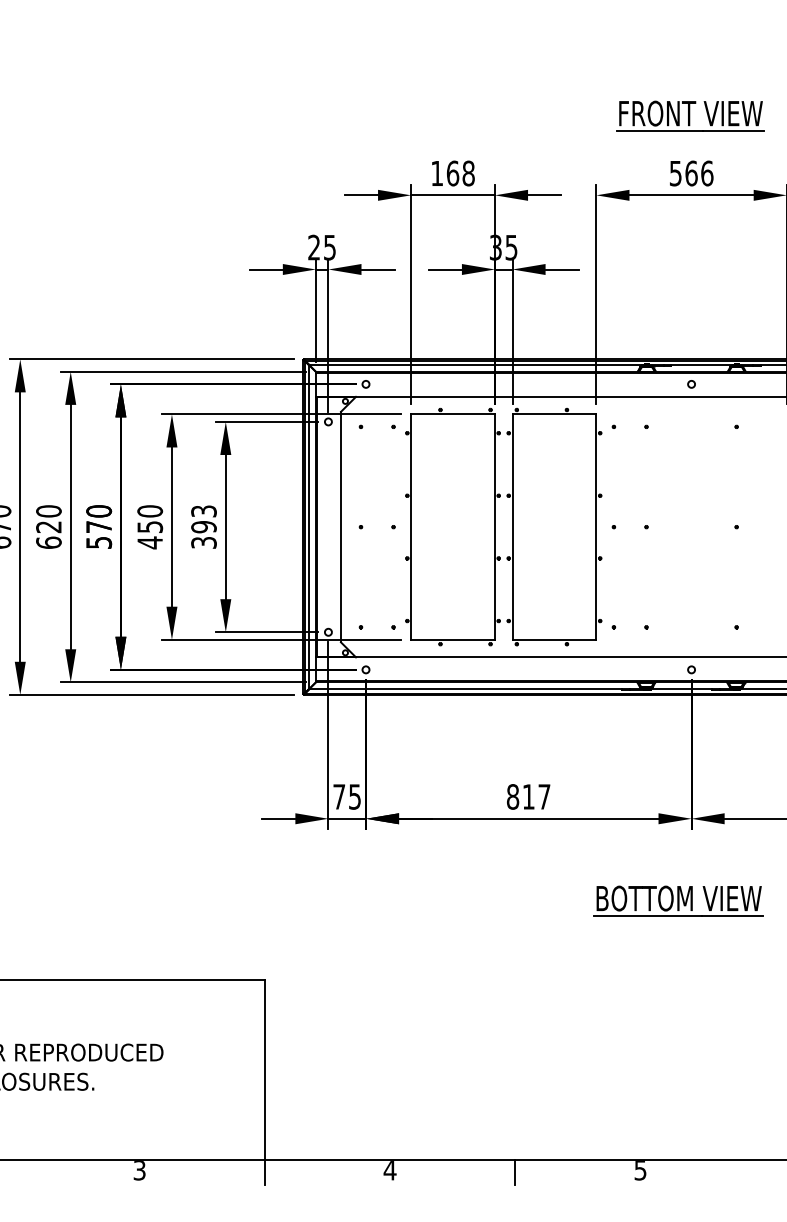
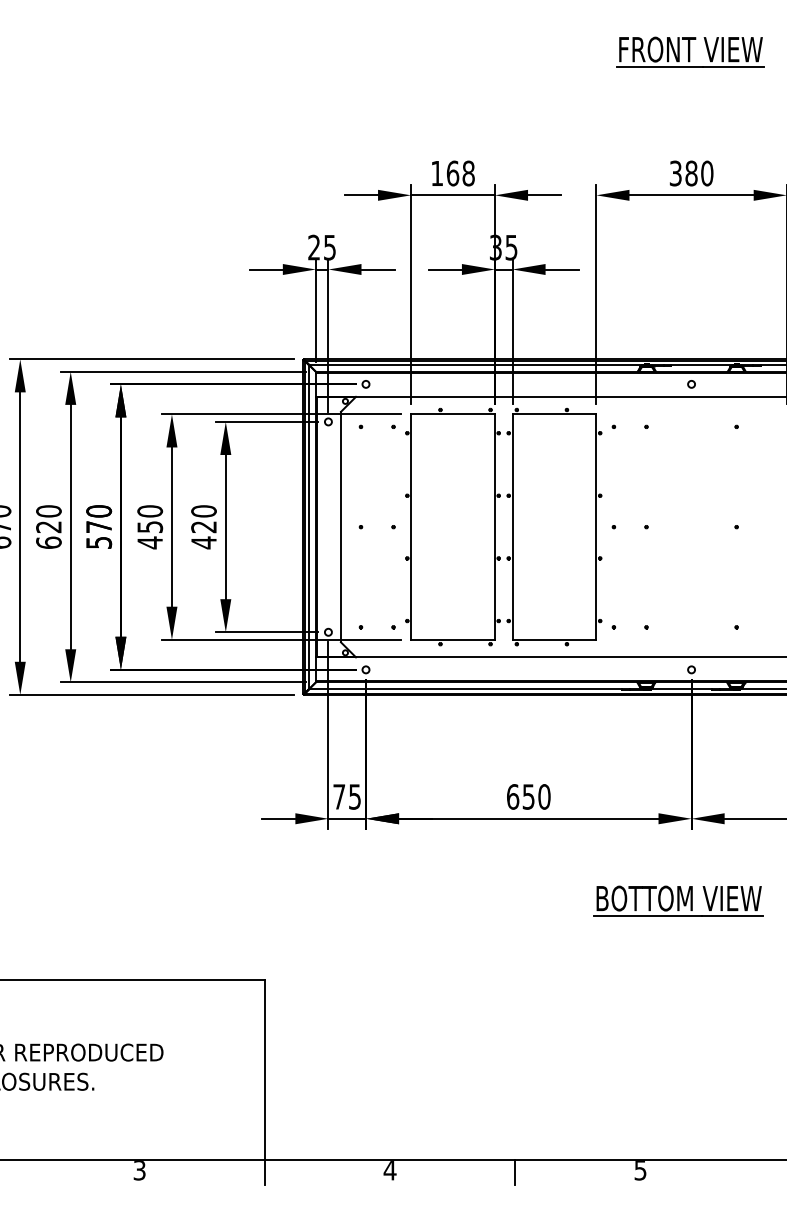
part at (690, 115) position: (690, 115) -> (690, 51)
text at (691, 173): 566 -> 380
text at (203, 527): 393 -> 420
text at (528, 796): 817 -> 650
